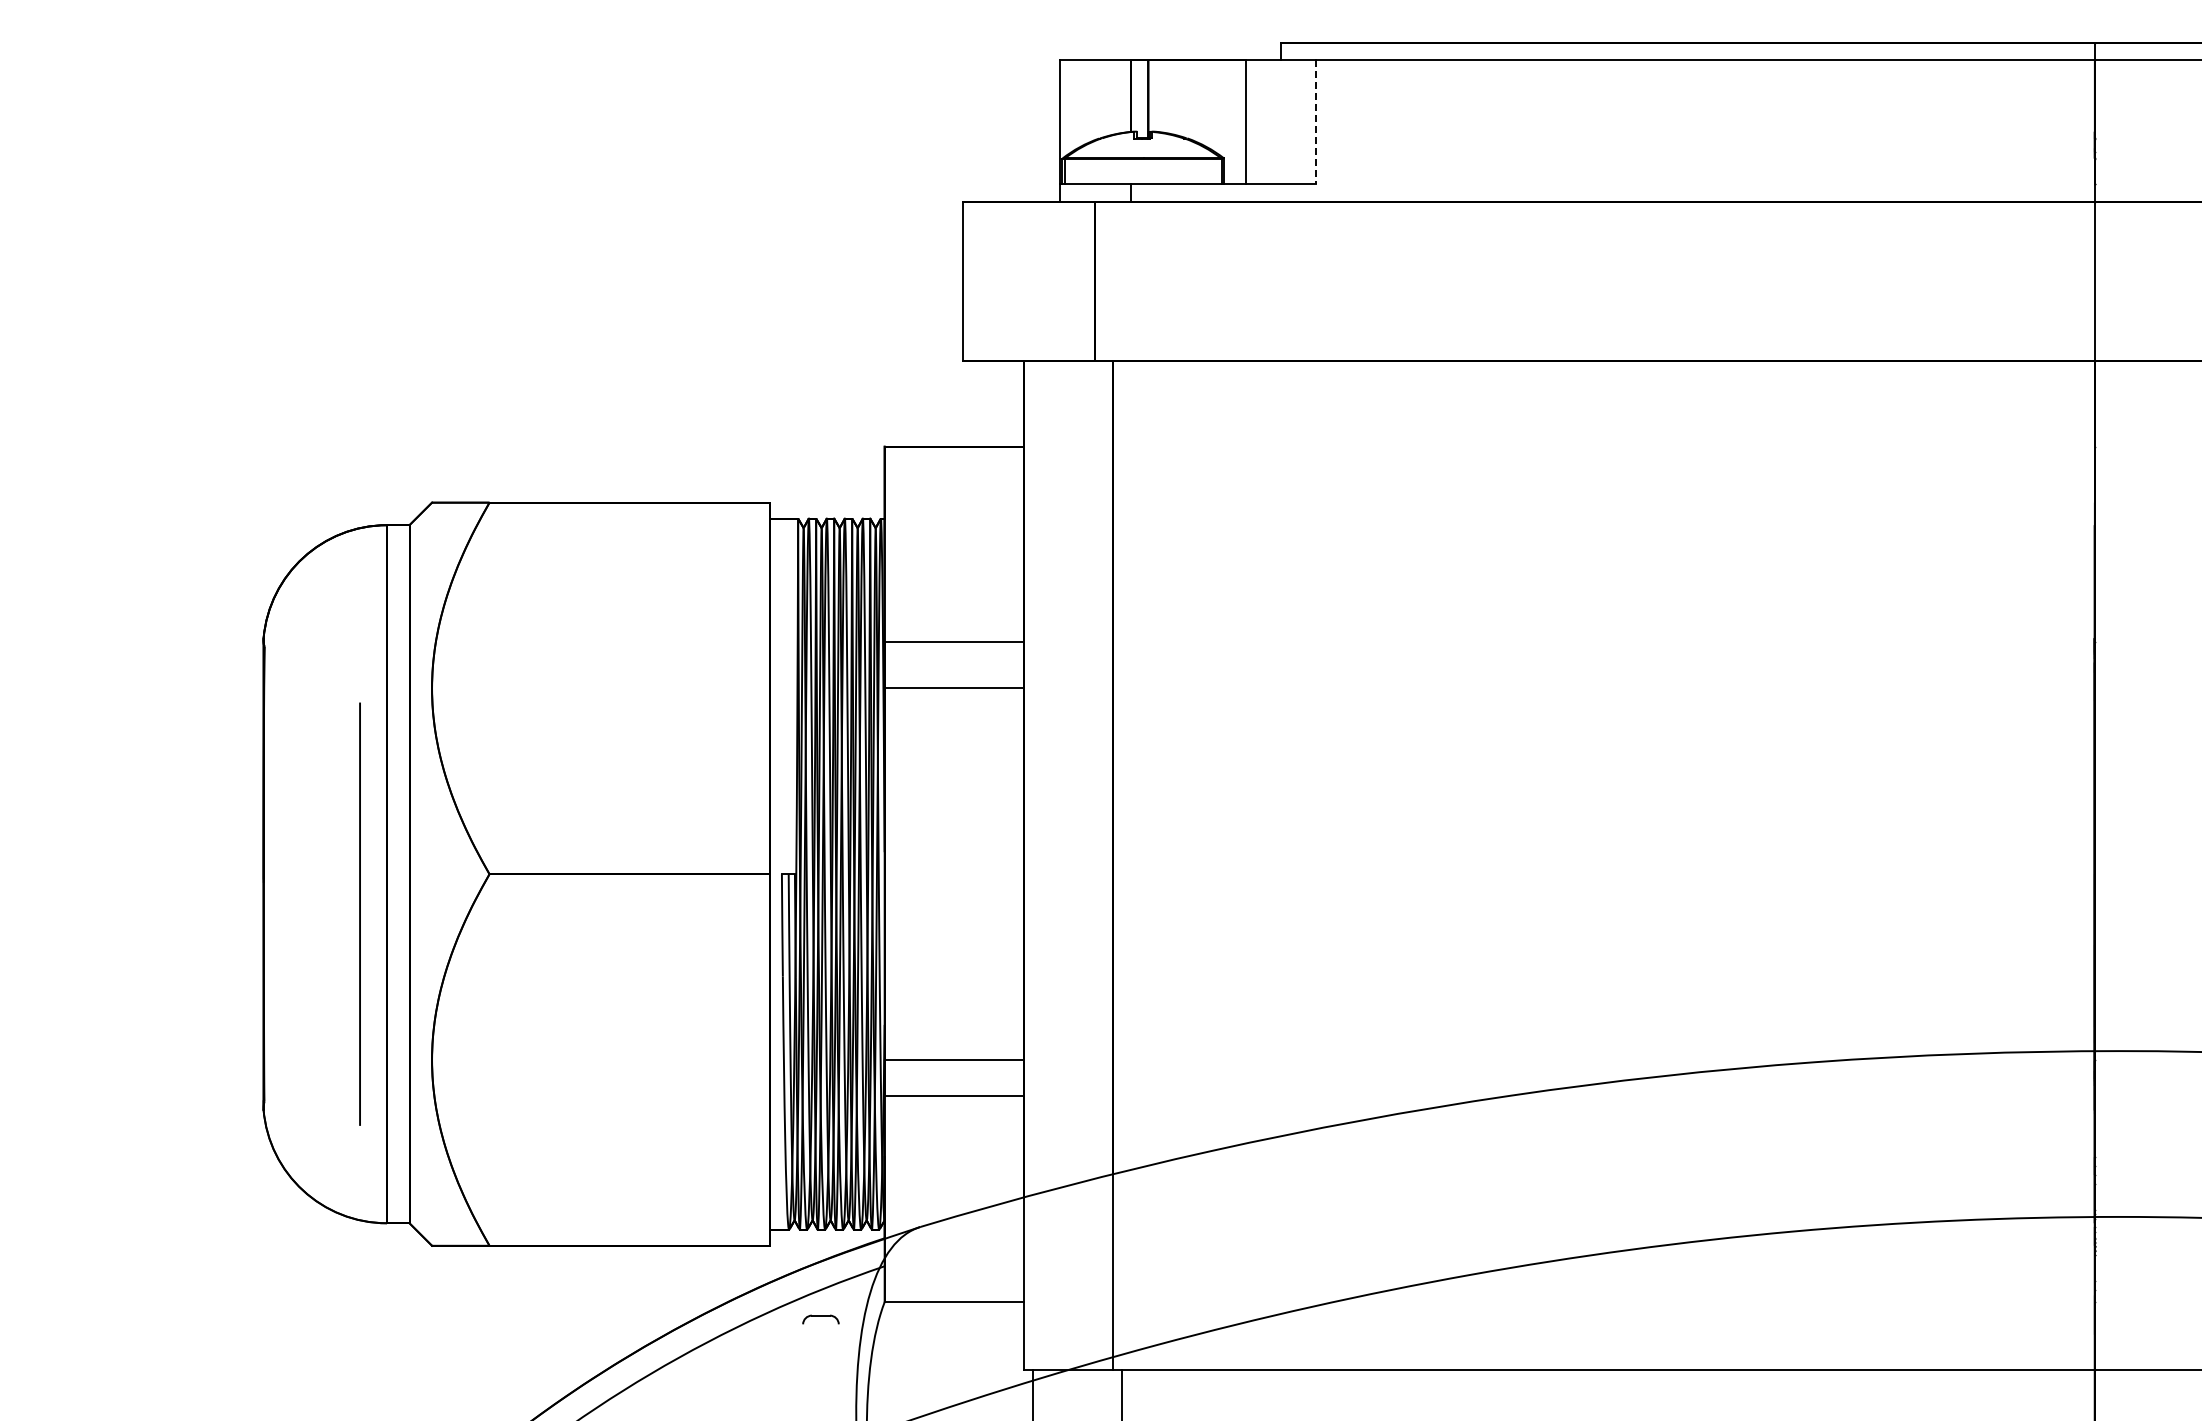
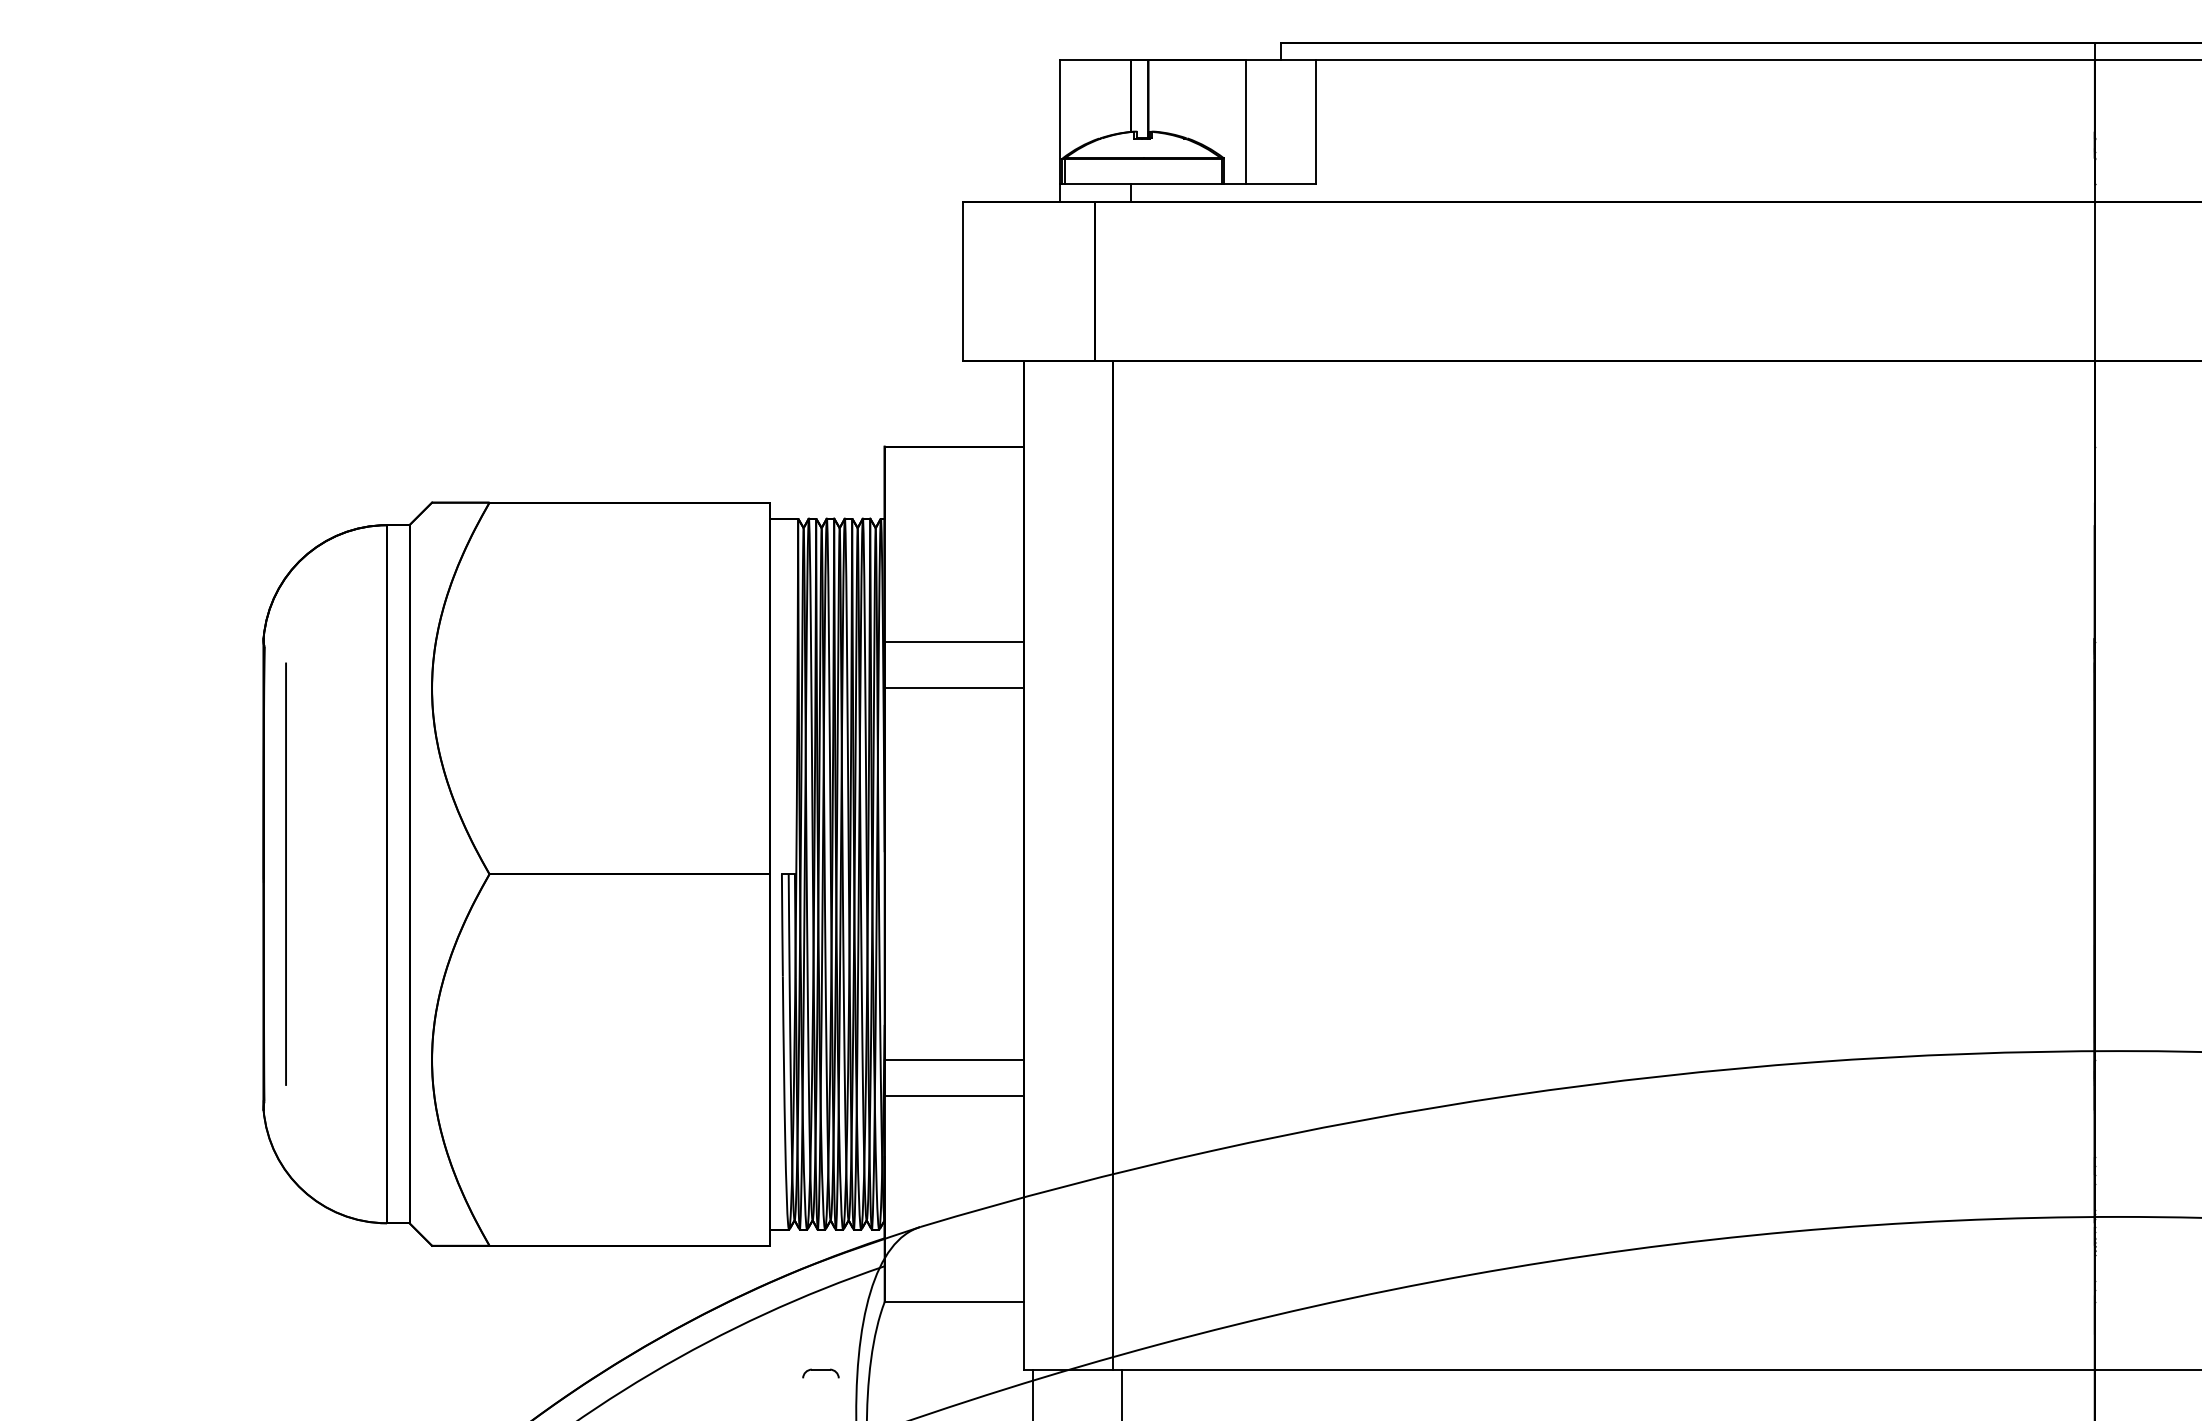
line at (1316, 122): dashed -> solid
line at (359, 913) position: (359, 913) -> (285, 873)
part at (820, 1319) position: (820, 1319) -> (820, 1373)
